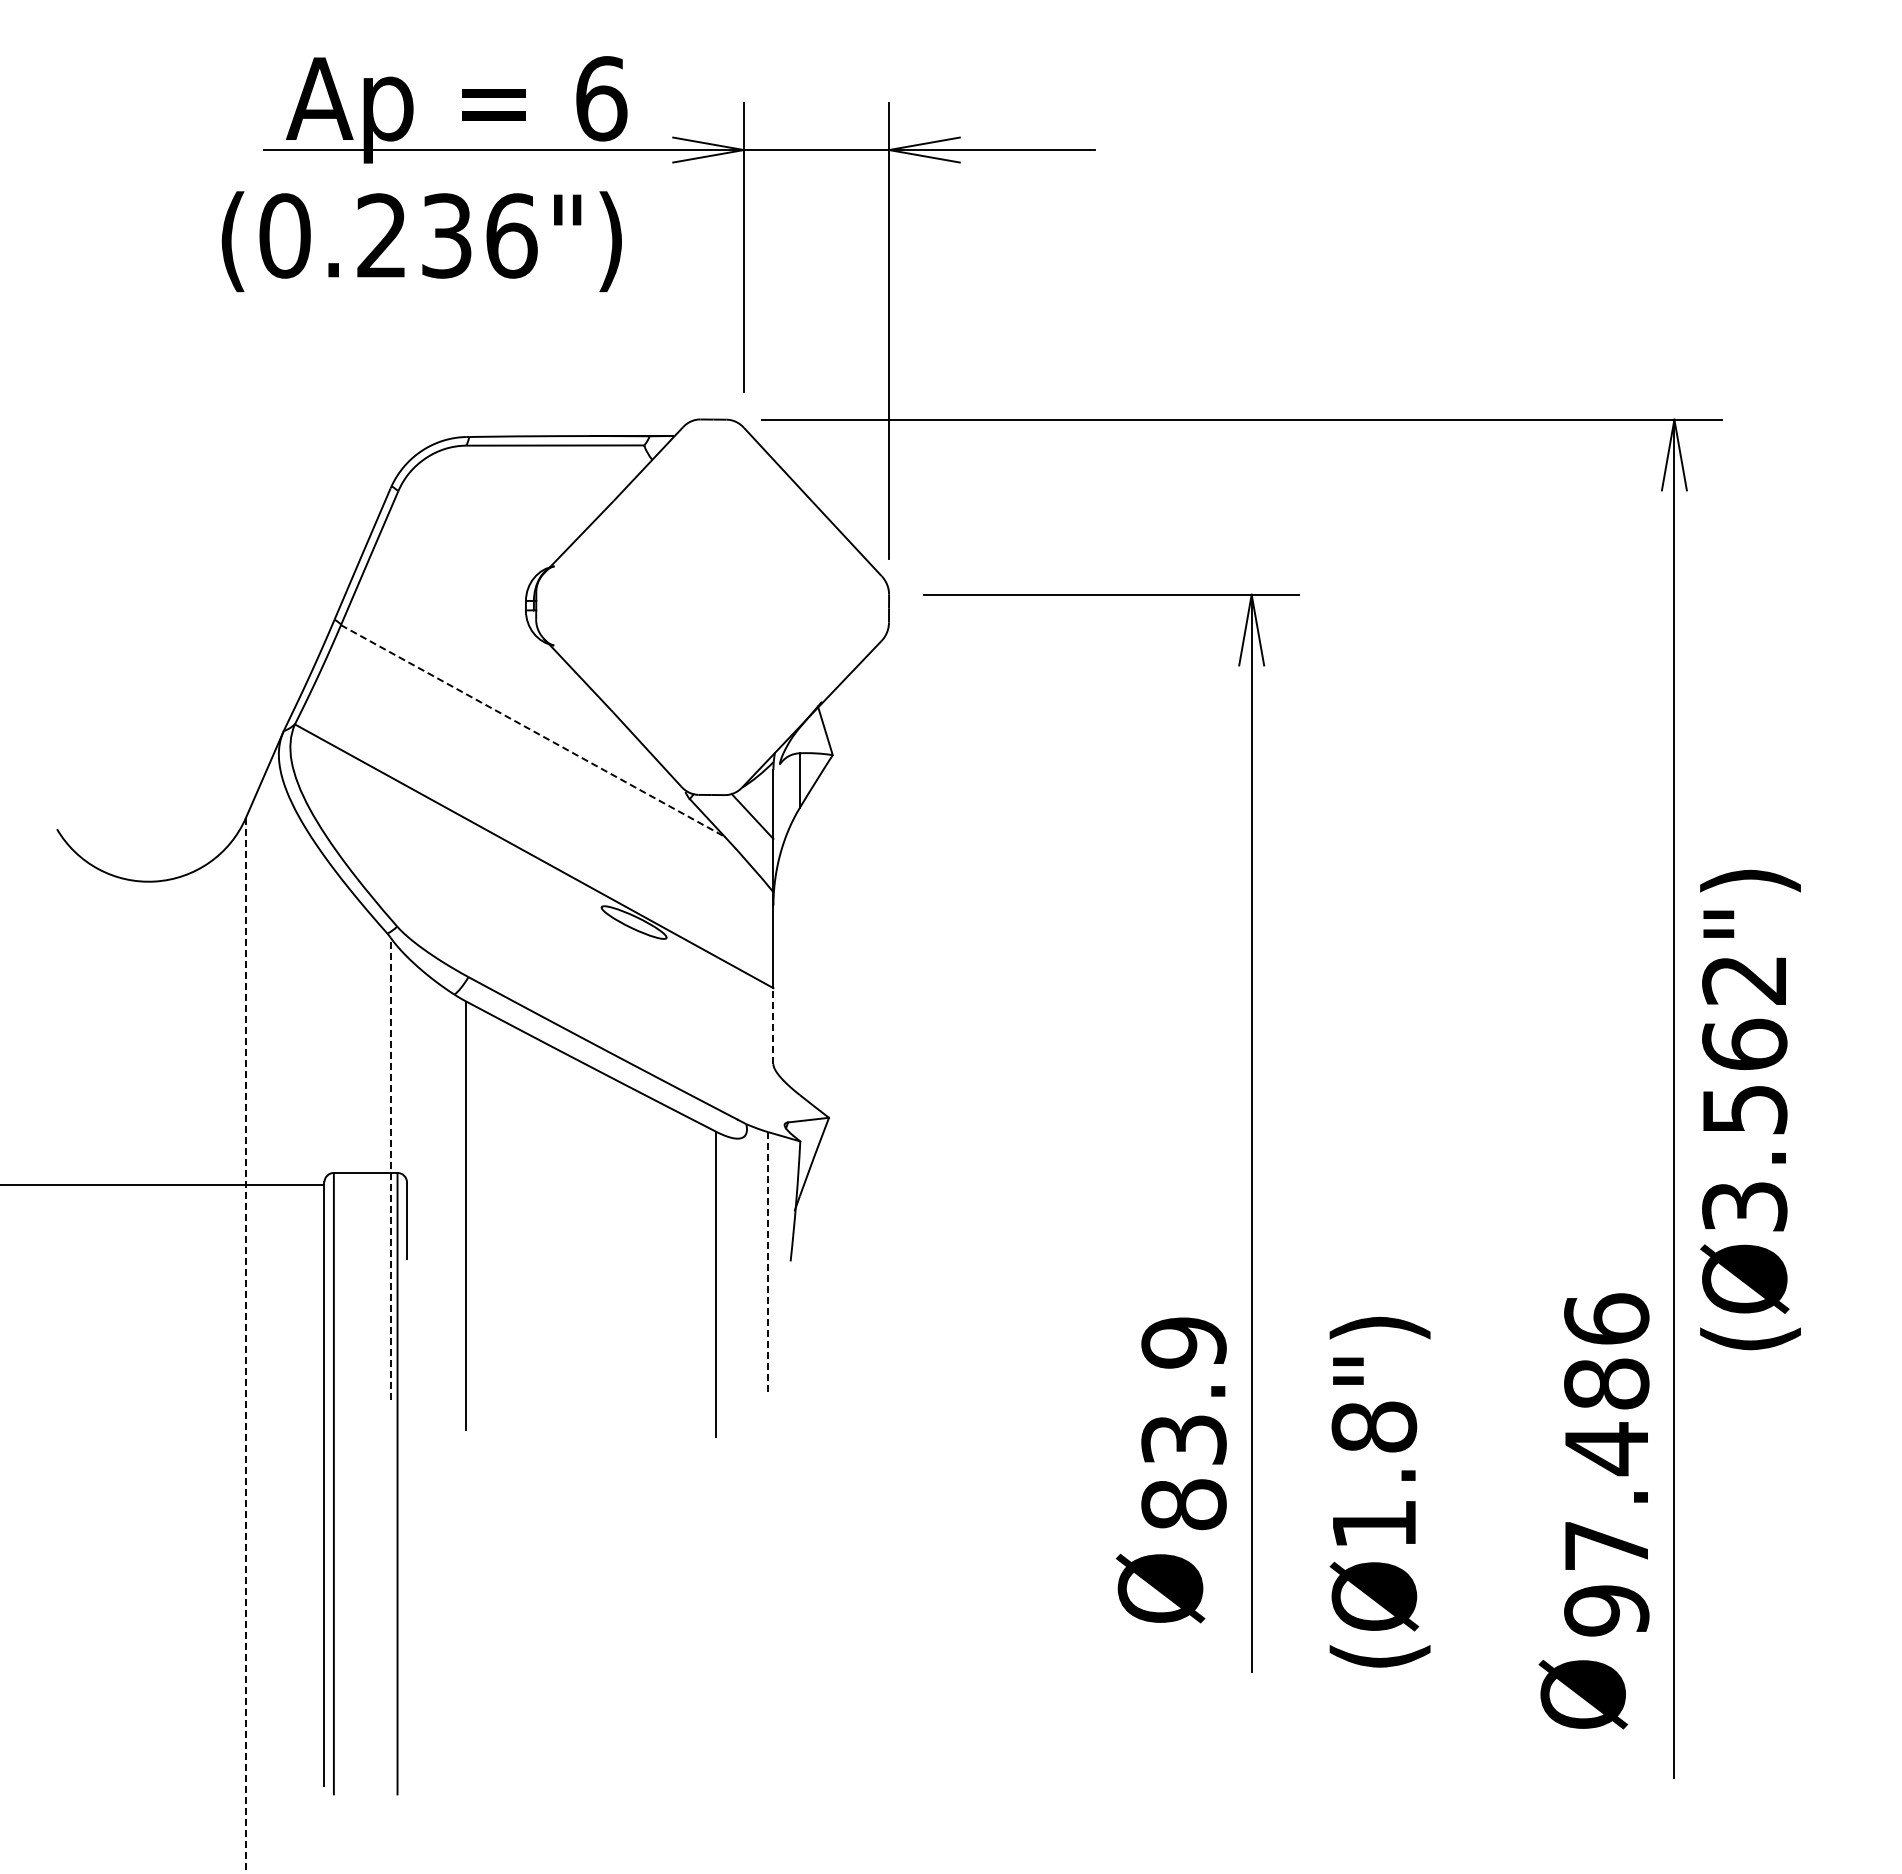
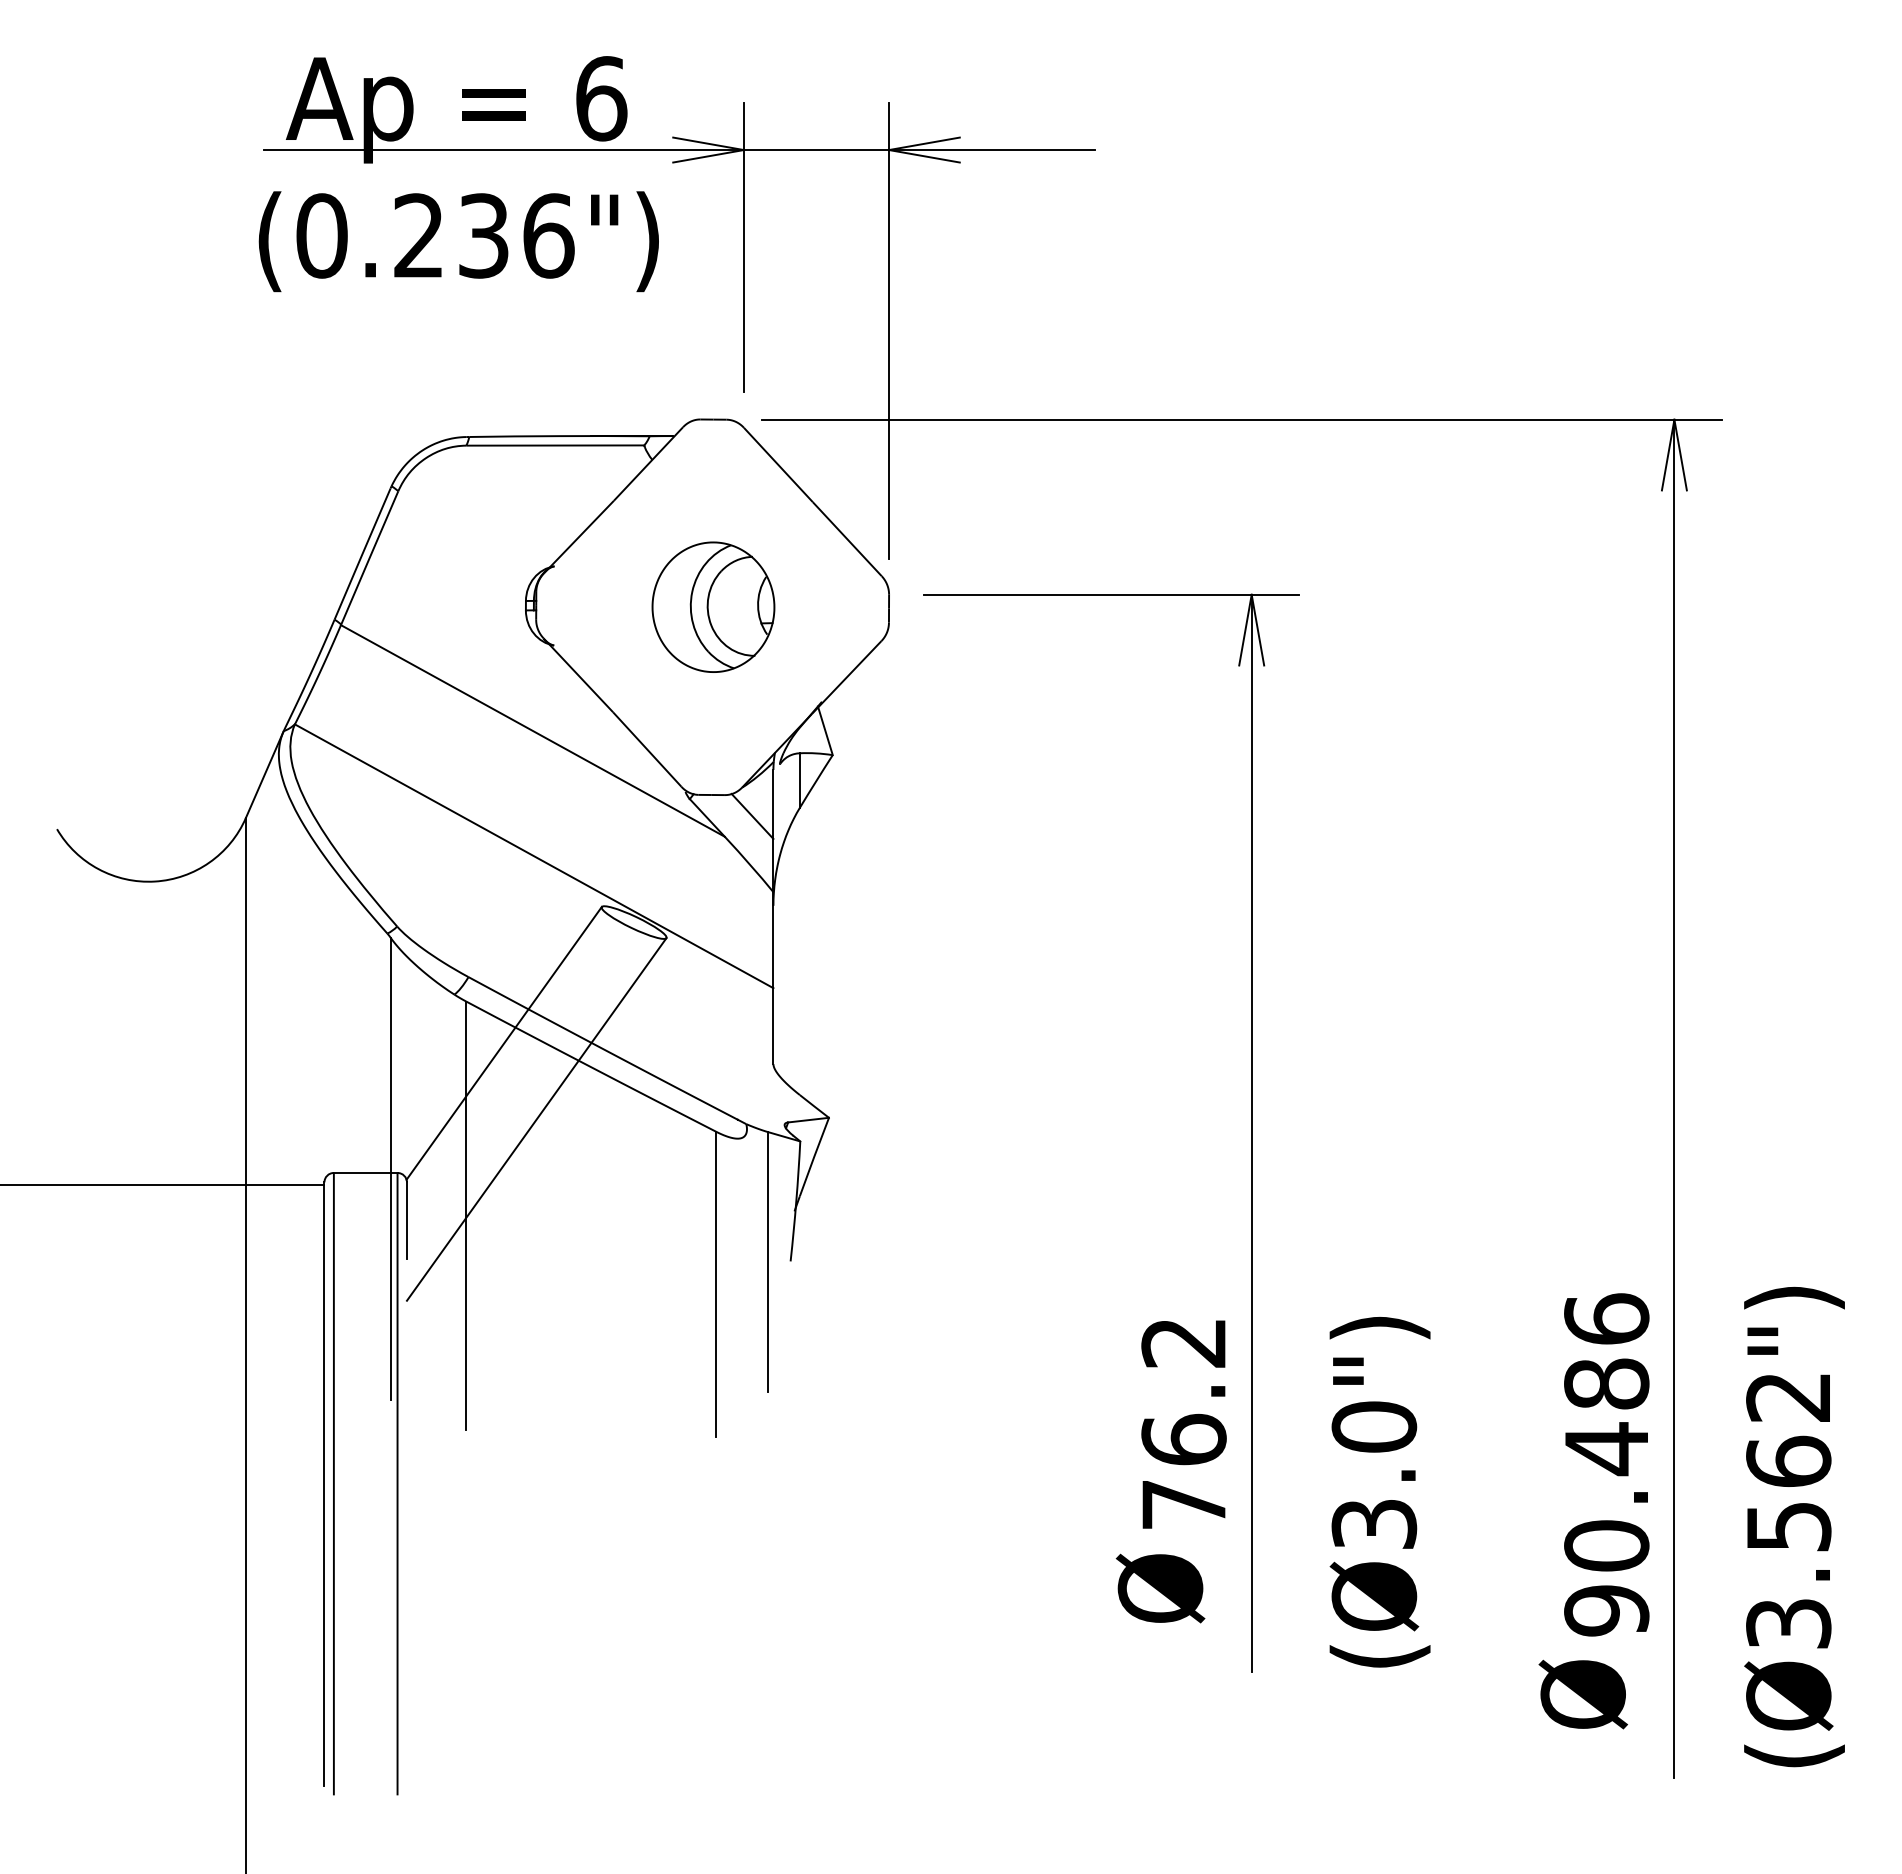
text at (421, 241) position: (421, 241) -> (458, 241)
part at (713, 606): none -> present
line at (533, 731): dashed -> solid
line at (773, 1026): dashed -> solid
line at (503, 1042): none -> present
text at (1750, 1109) position: (1750, 1109) -> (1794, 1526)
line at (536, 1119): none -> present
line at (390, 1168): dashed -> solid
line at (768, 1262): dashed -> solid
line at (245, 1345): dashed -> solid
text at (1183, 1423): 83.9 -> 76.2
text at (1374, 1474): (Ø1.8") -> (Ø3.0")
text at (1606, 1545): 97.486 -> 90.486
